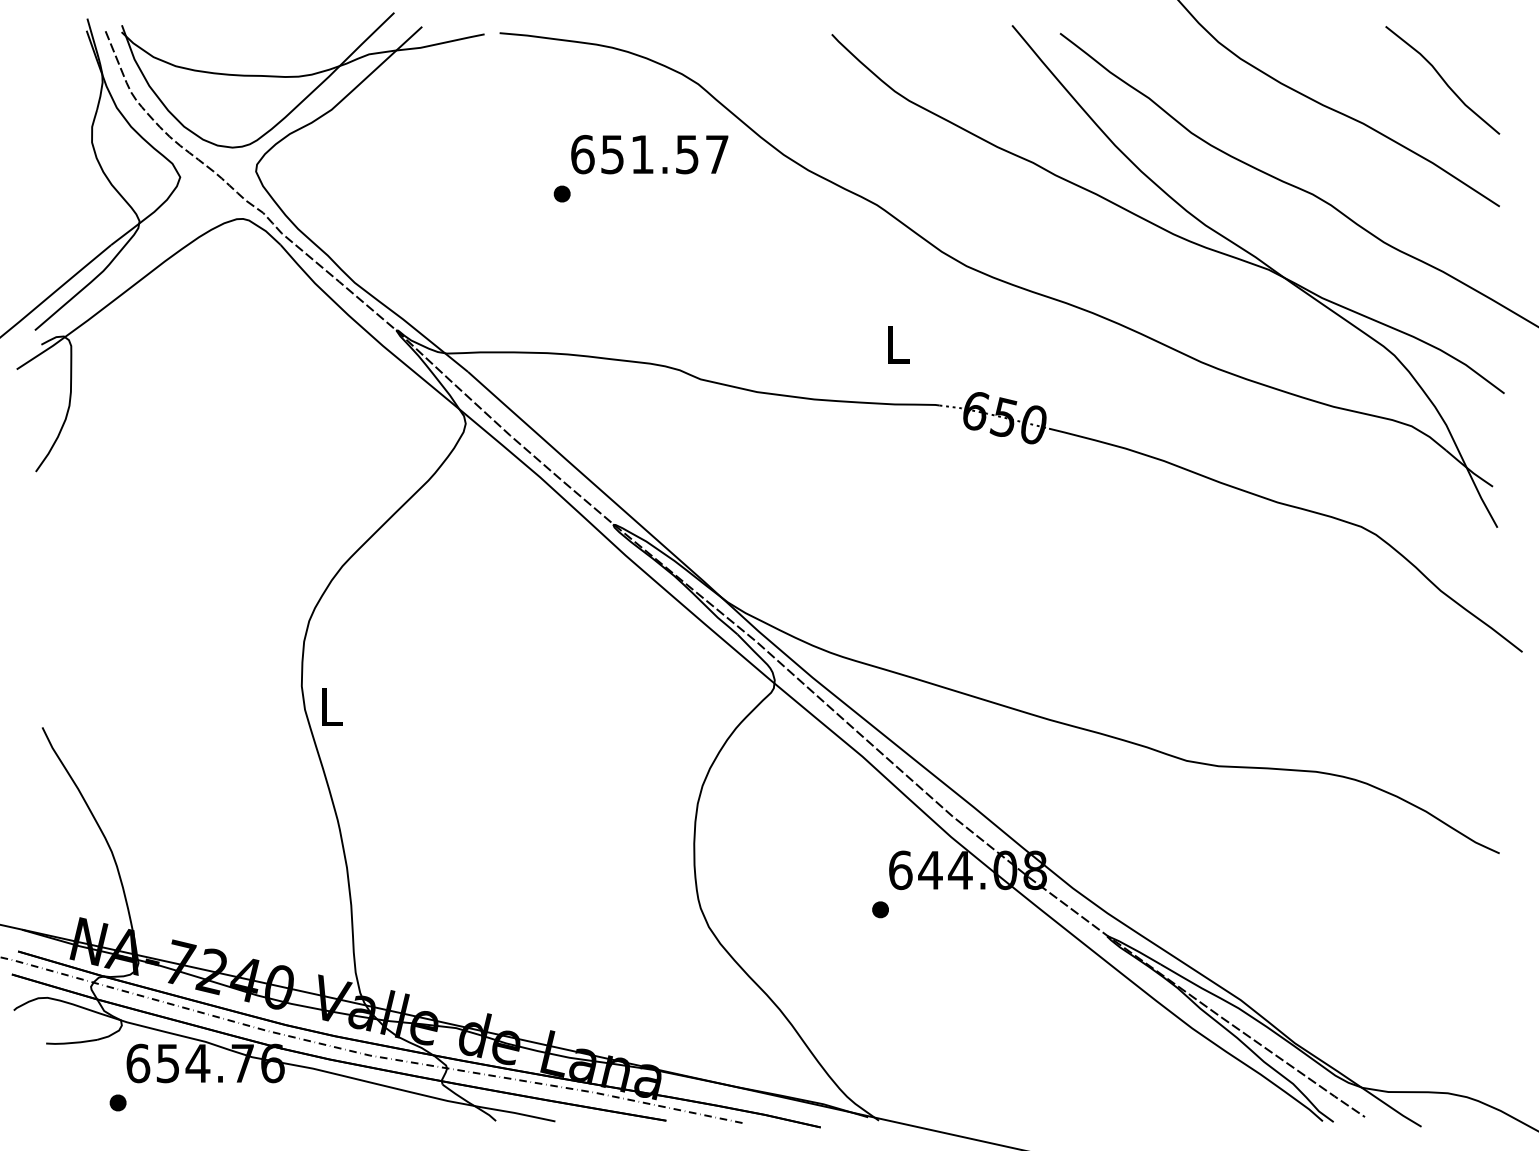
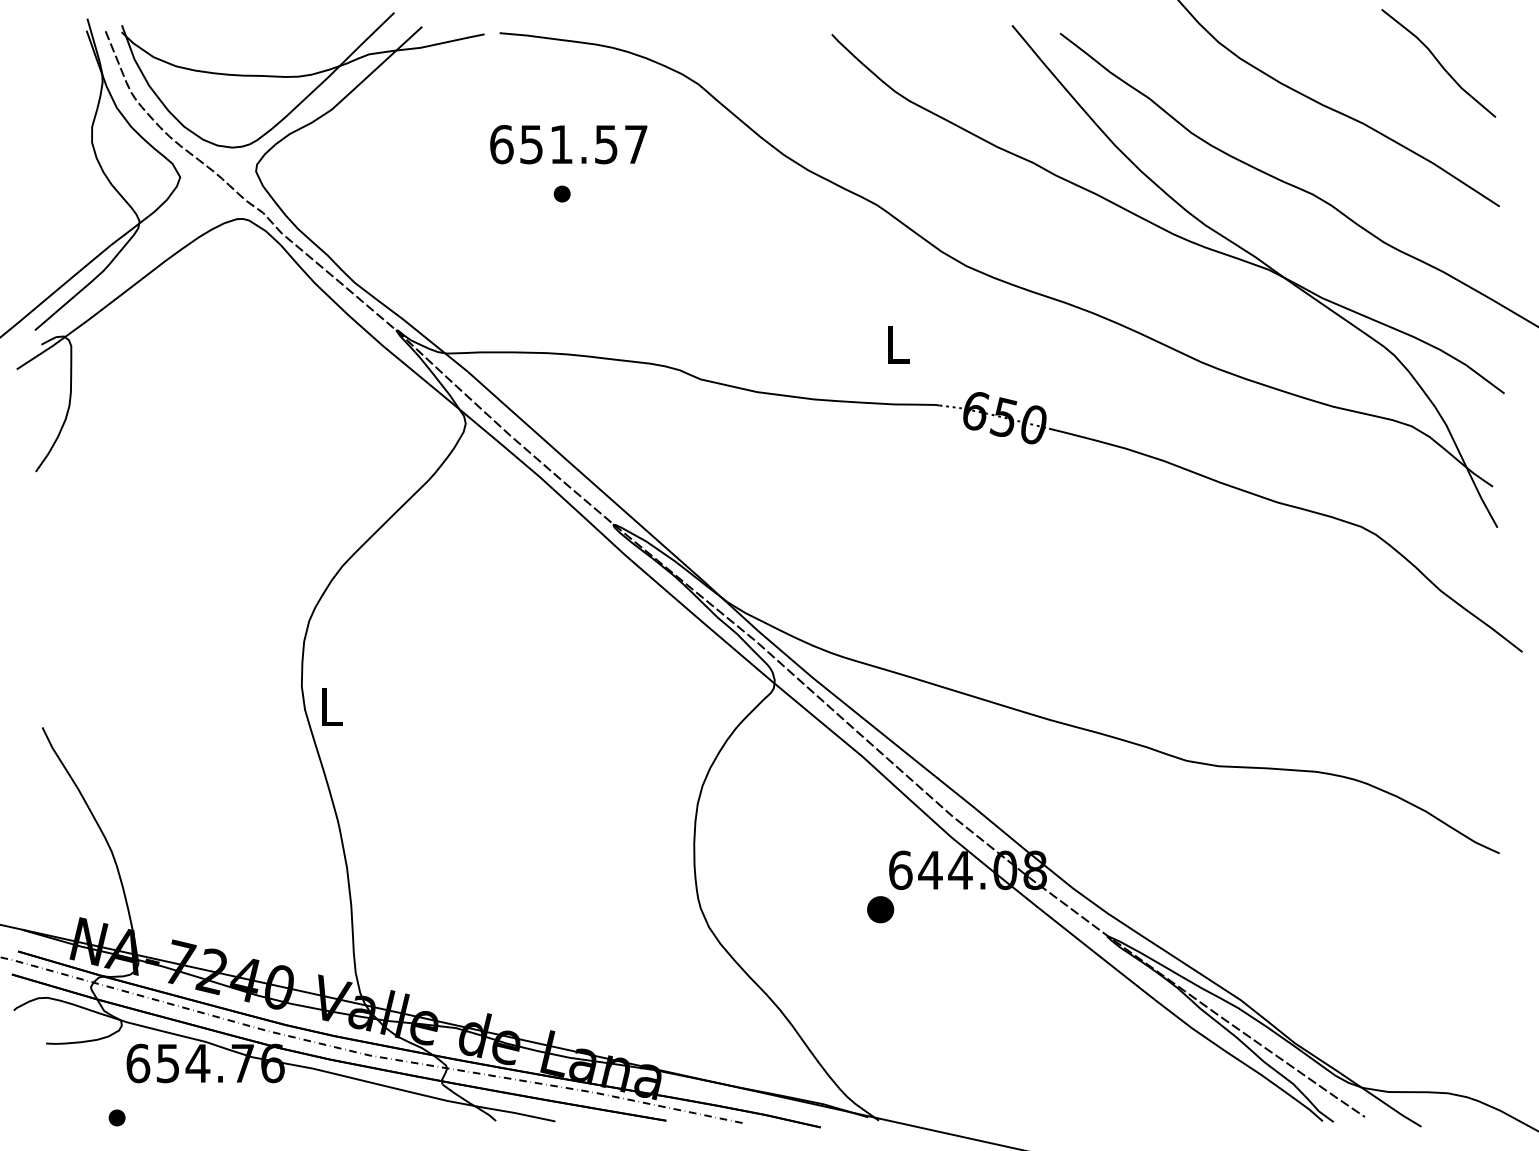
curve at (1442, 80) position: (1442, 80) -> (1438, 63)
text at (649, 154) position: (649, 154) -> (568, 144)
part at (880, 909) size: 17x18 px -> 28x28 px
part at (117, 1102) position: (117, 1102) -> (116, 1117)
